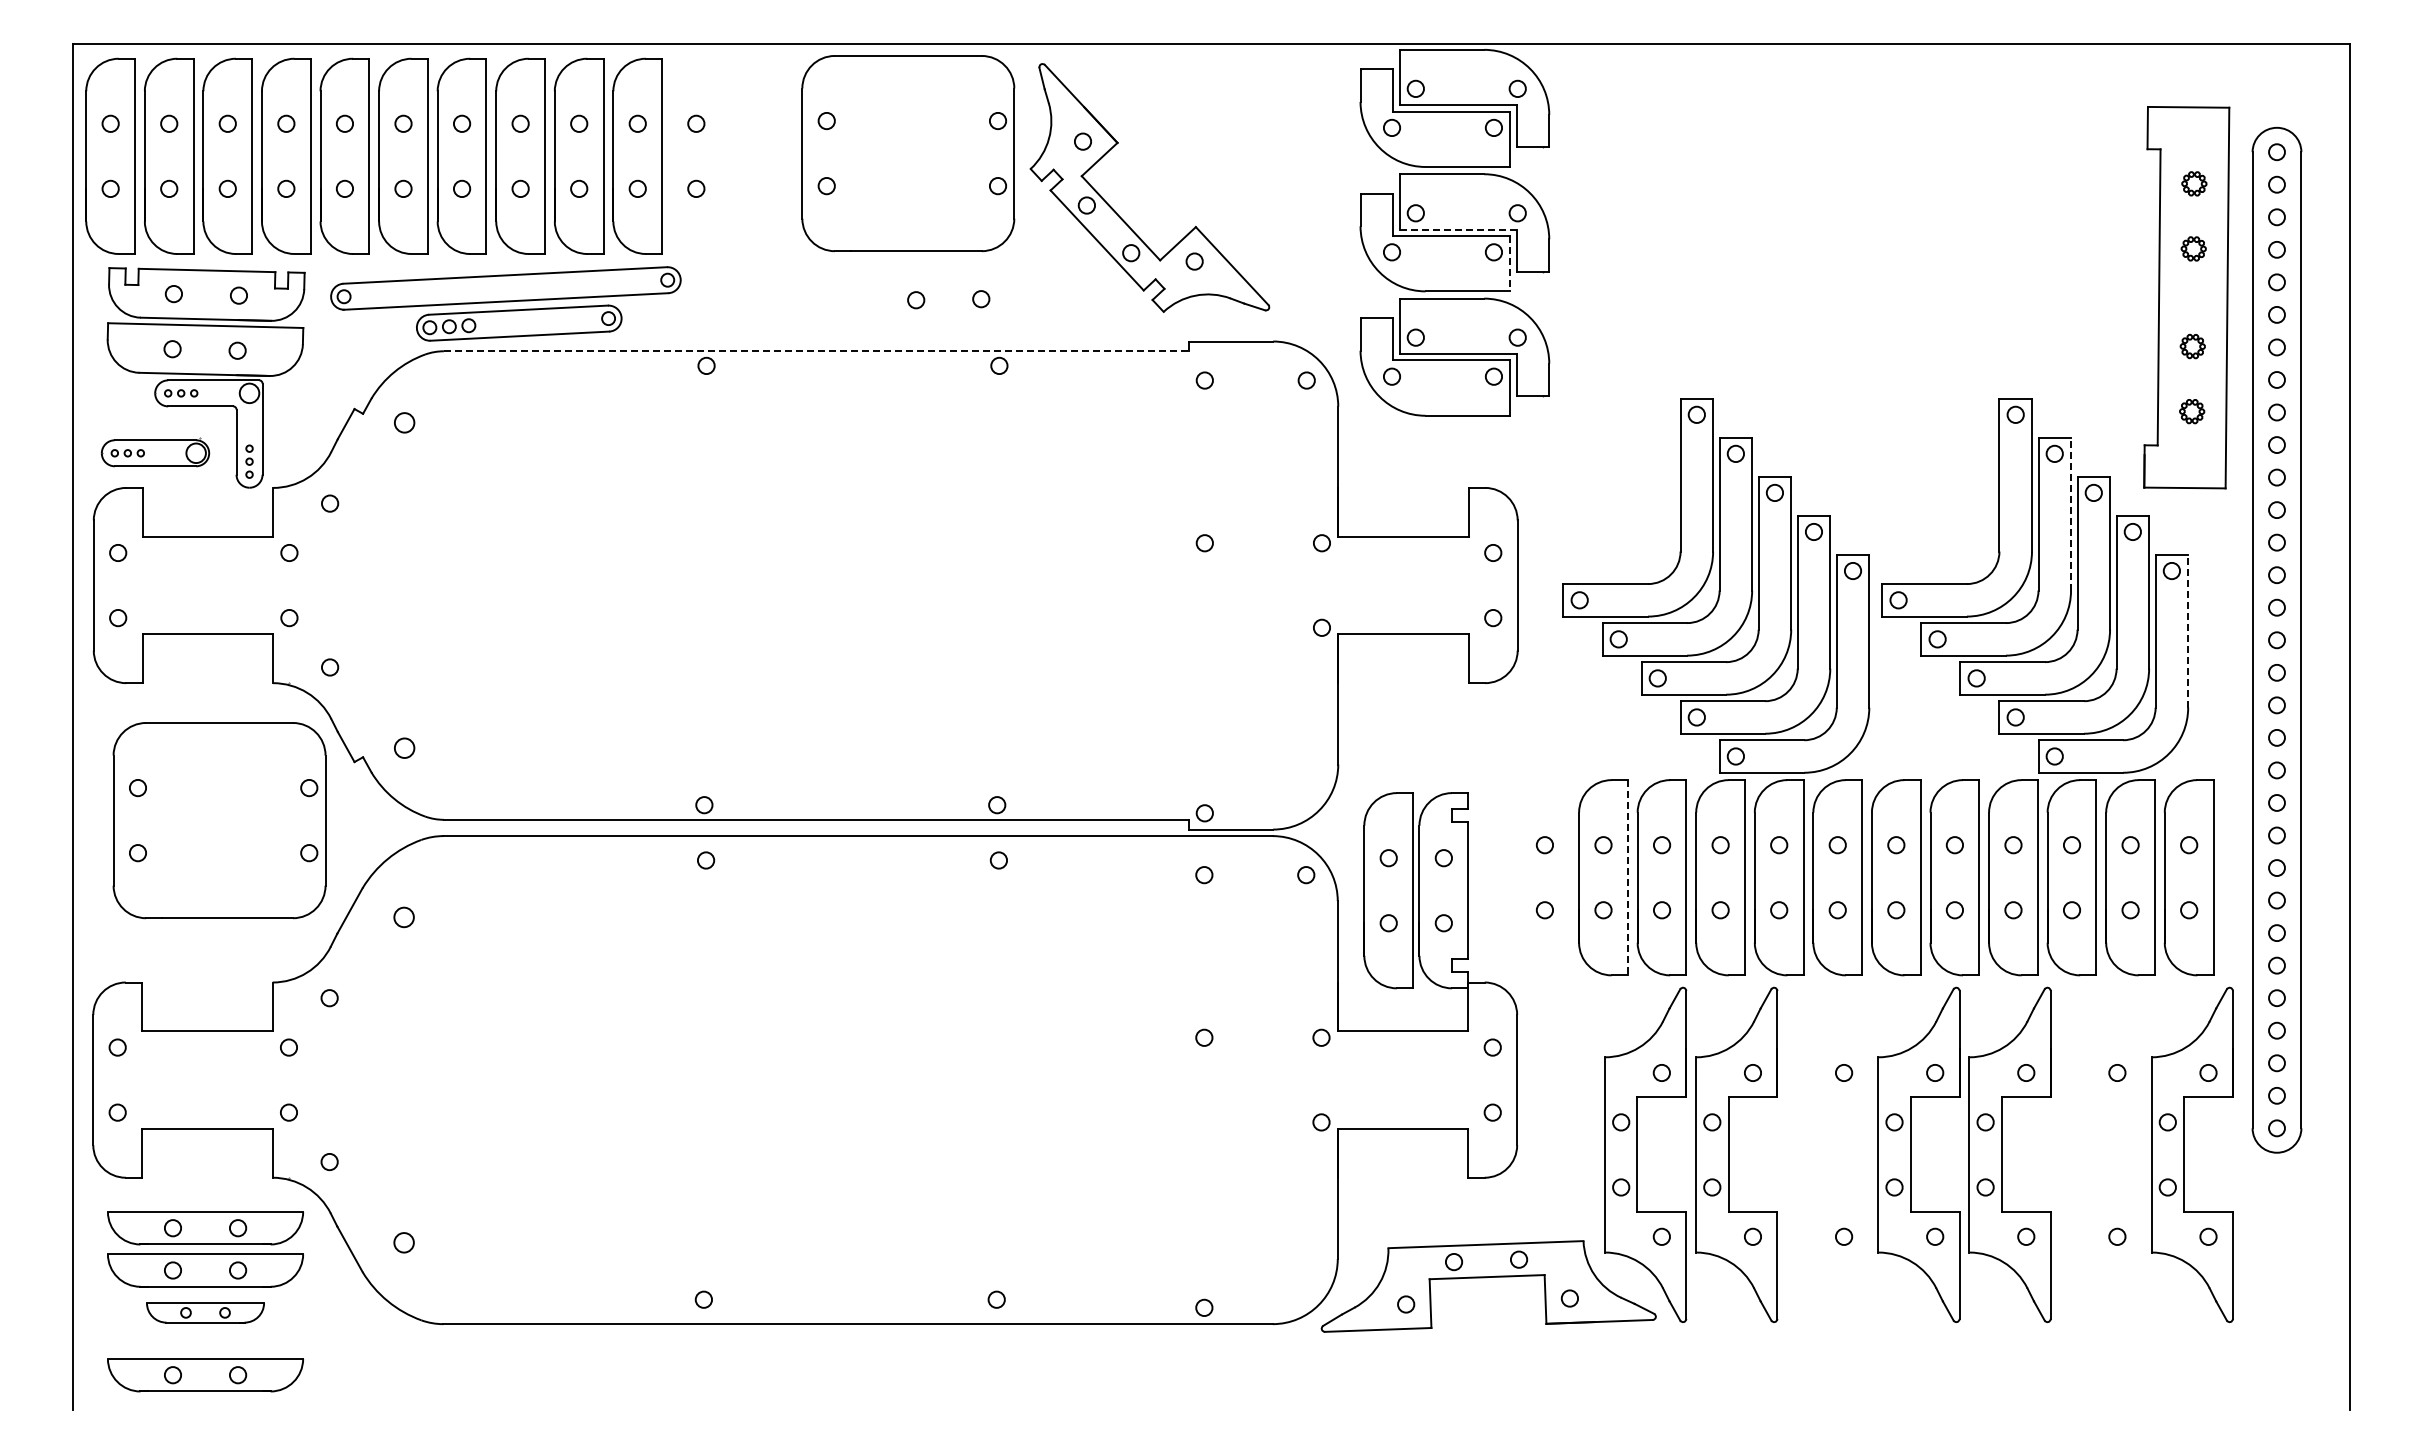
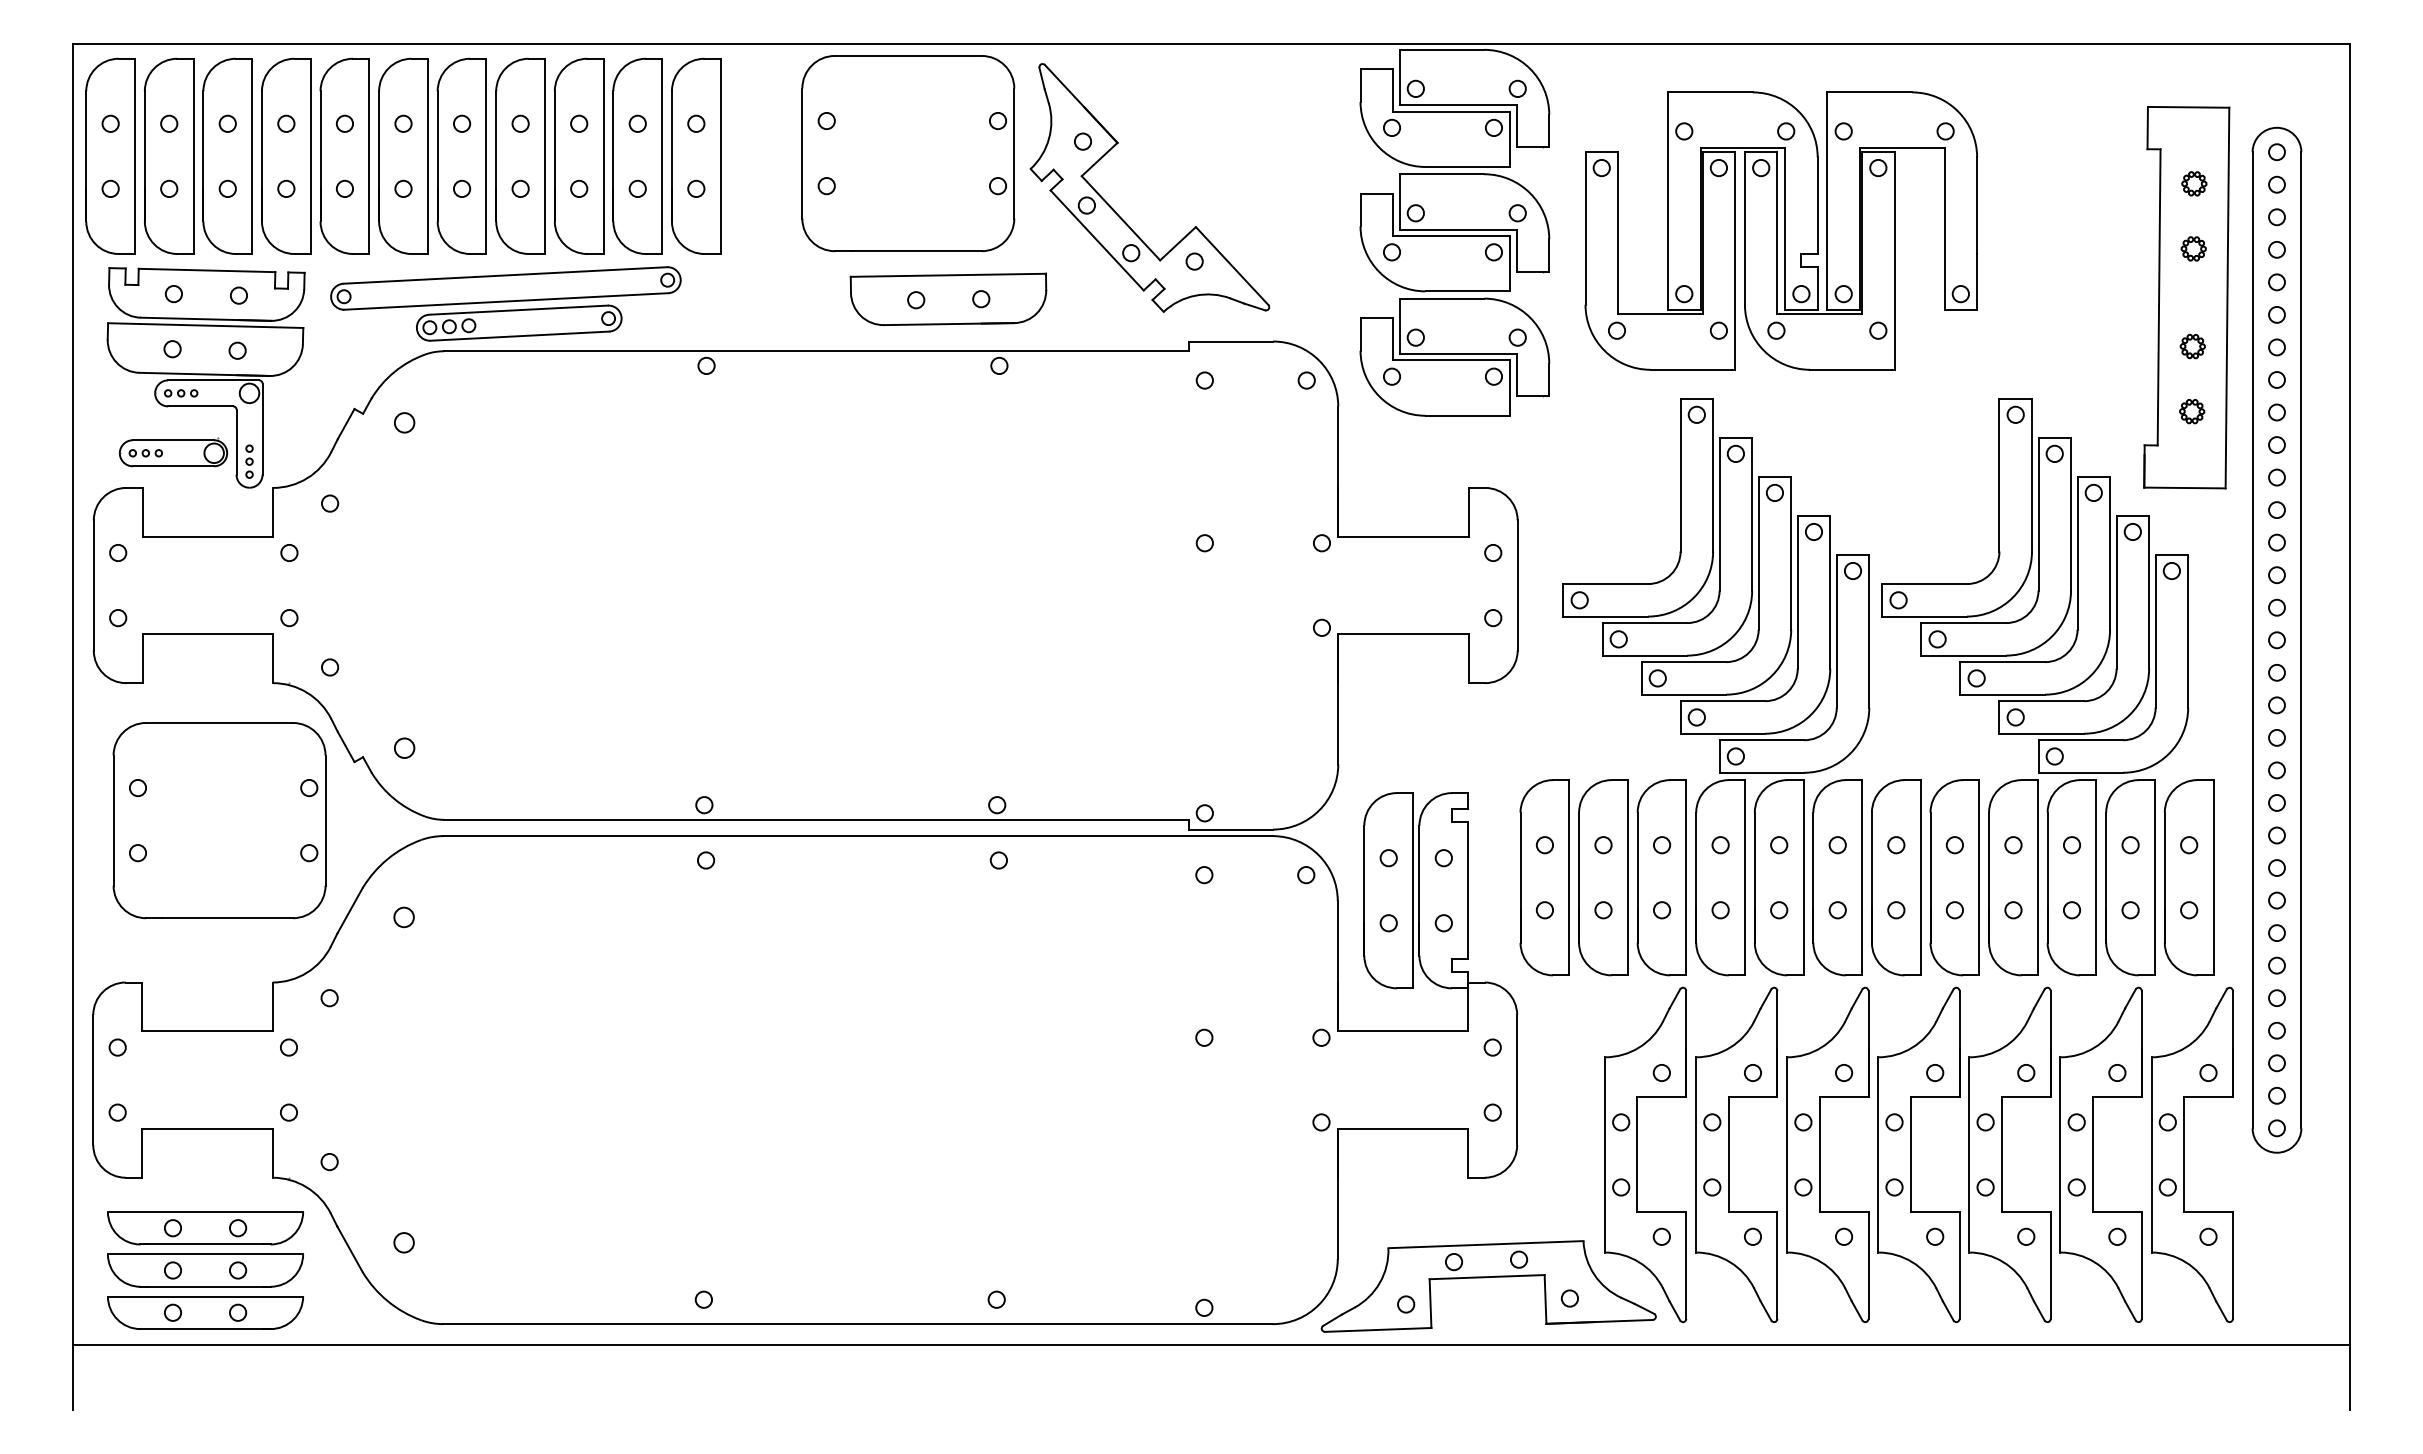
part at (696, 155): none -> present
line at (1458, 229): dashed -> solid
part at (1780, 230): none -> present
line at (1510, 263): dashed -> solid
part at (948, 299): none -> present
line at (816, 351): dashed -> solid
part at (155, 452) position: (155, 452) -> (173, 452)
line at (2071, 513): dashed -> solid
line at (2188, 630): dashed -> solid
part at (1544, 877): none -> present
line at (1627, 877): dashed -> solid
part at (1820, 1154): none -> present
part at (2093, 1154): none -> present
part at (205, 1312) size: 119x22 px -> 197x34 px
line at (1211, 1345): none -> present
part at (205, 1375): present -> none
